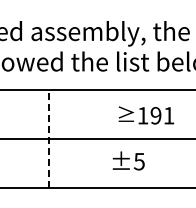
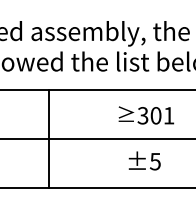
text at (149, 115): 191 -> 301
line at (49, 139): dashed -> solid
text at (128, 160) position: (128, 160) -> (144, 160)
